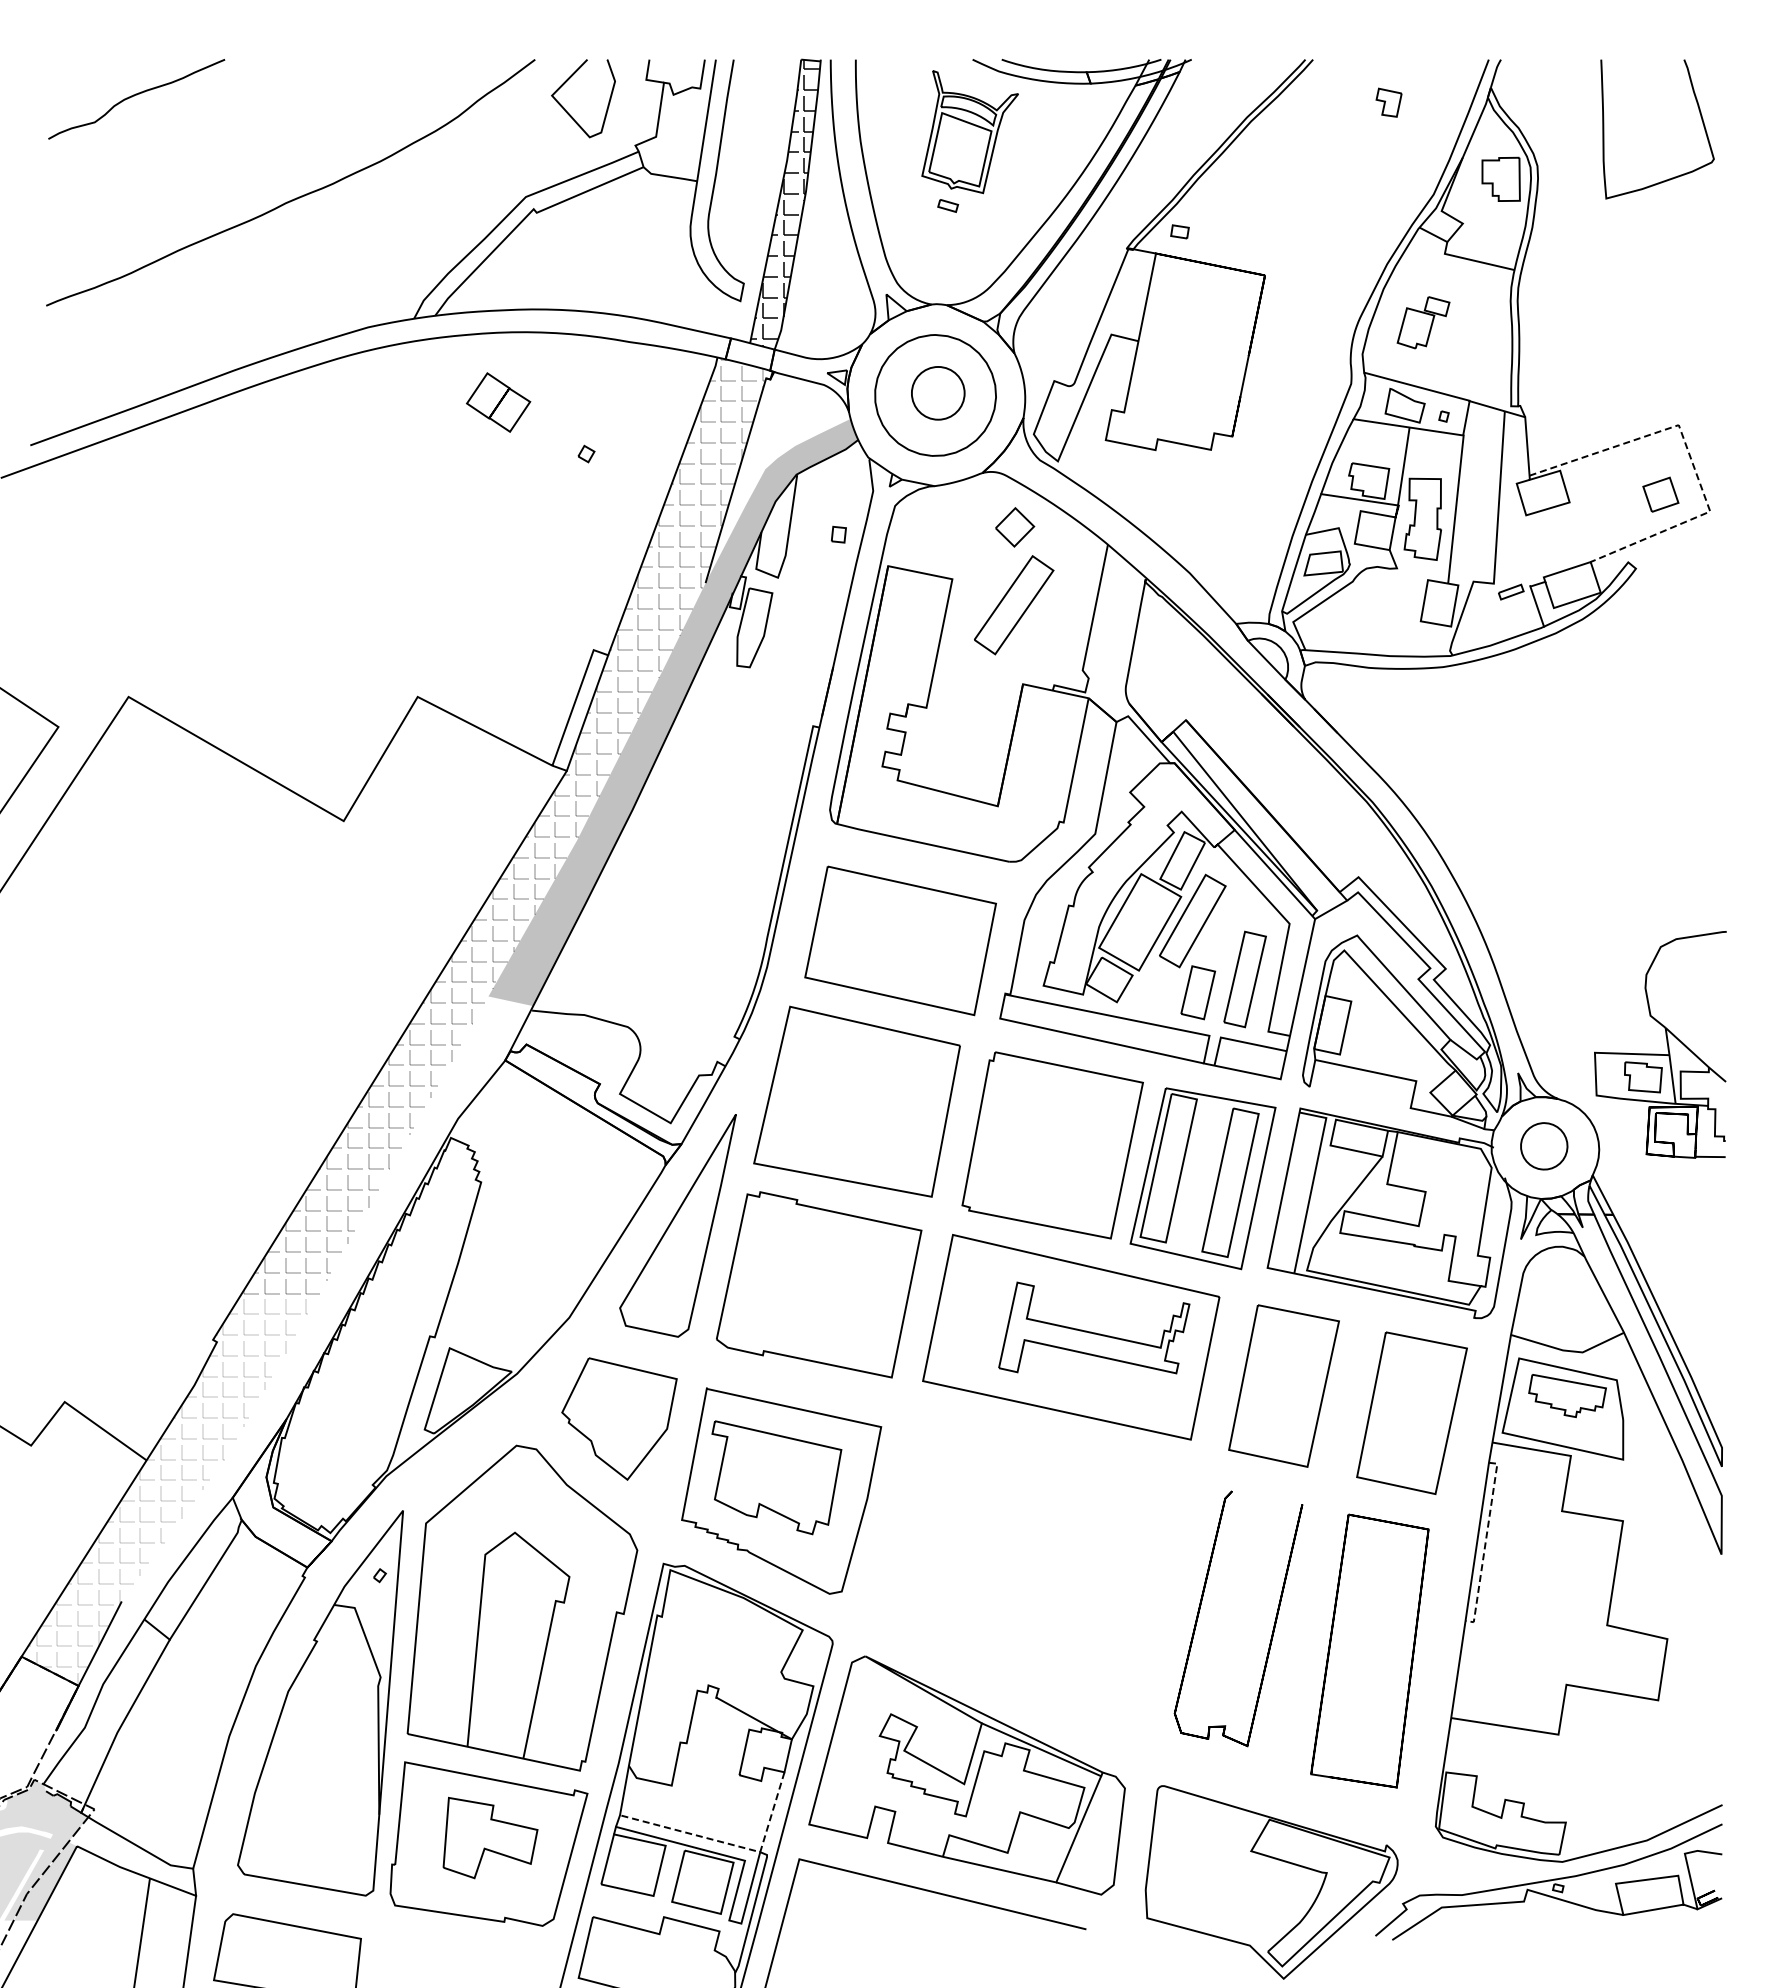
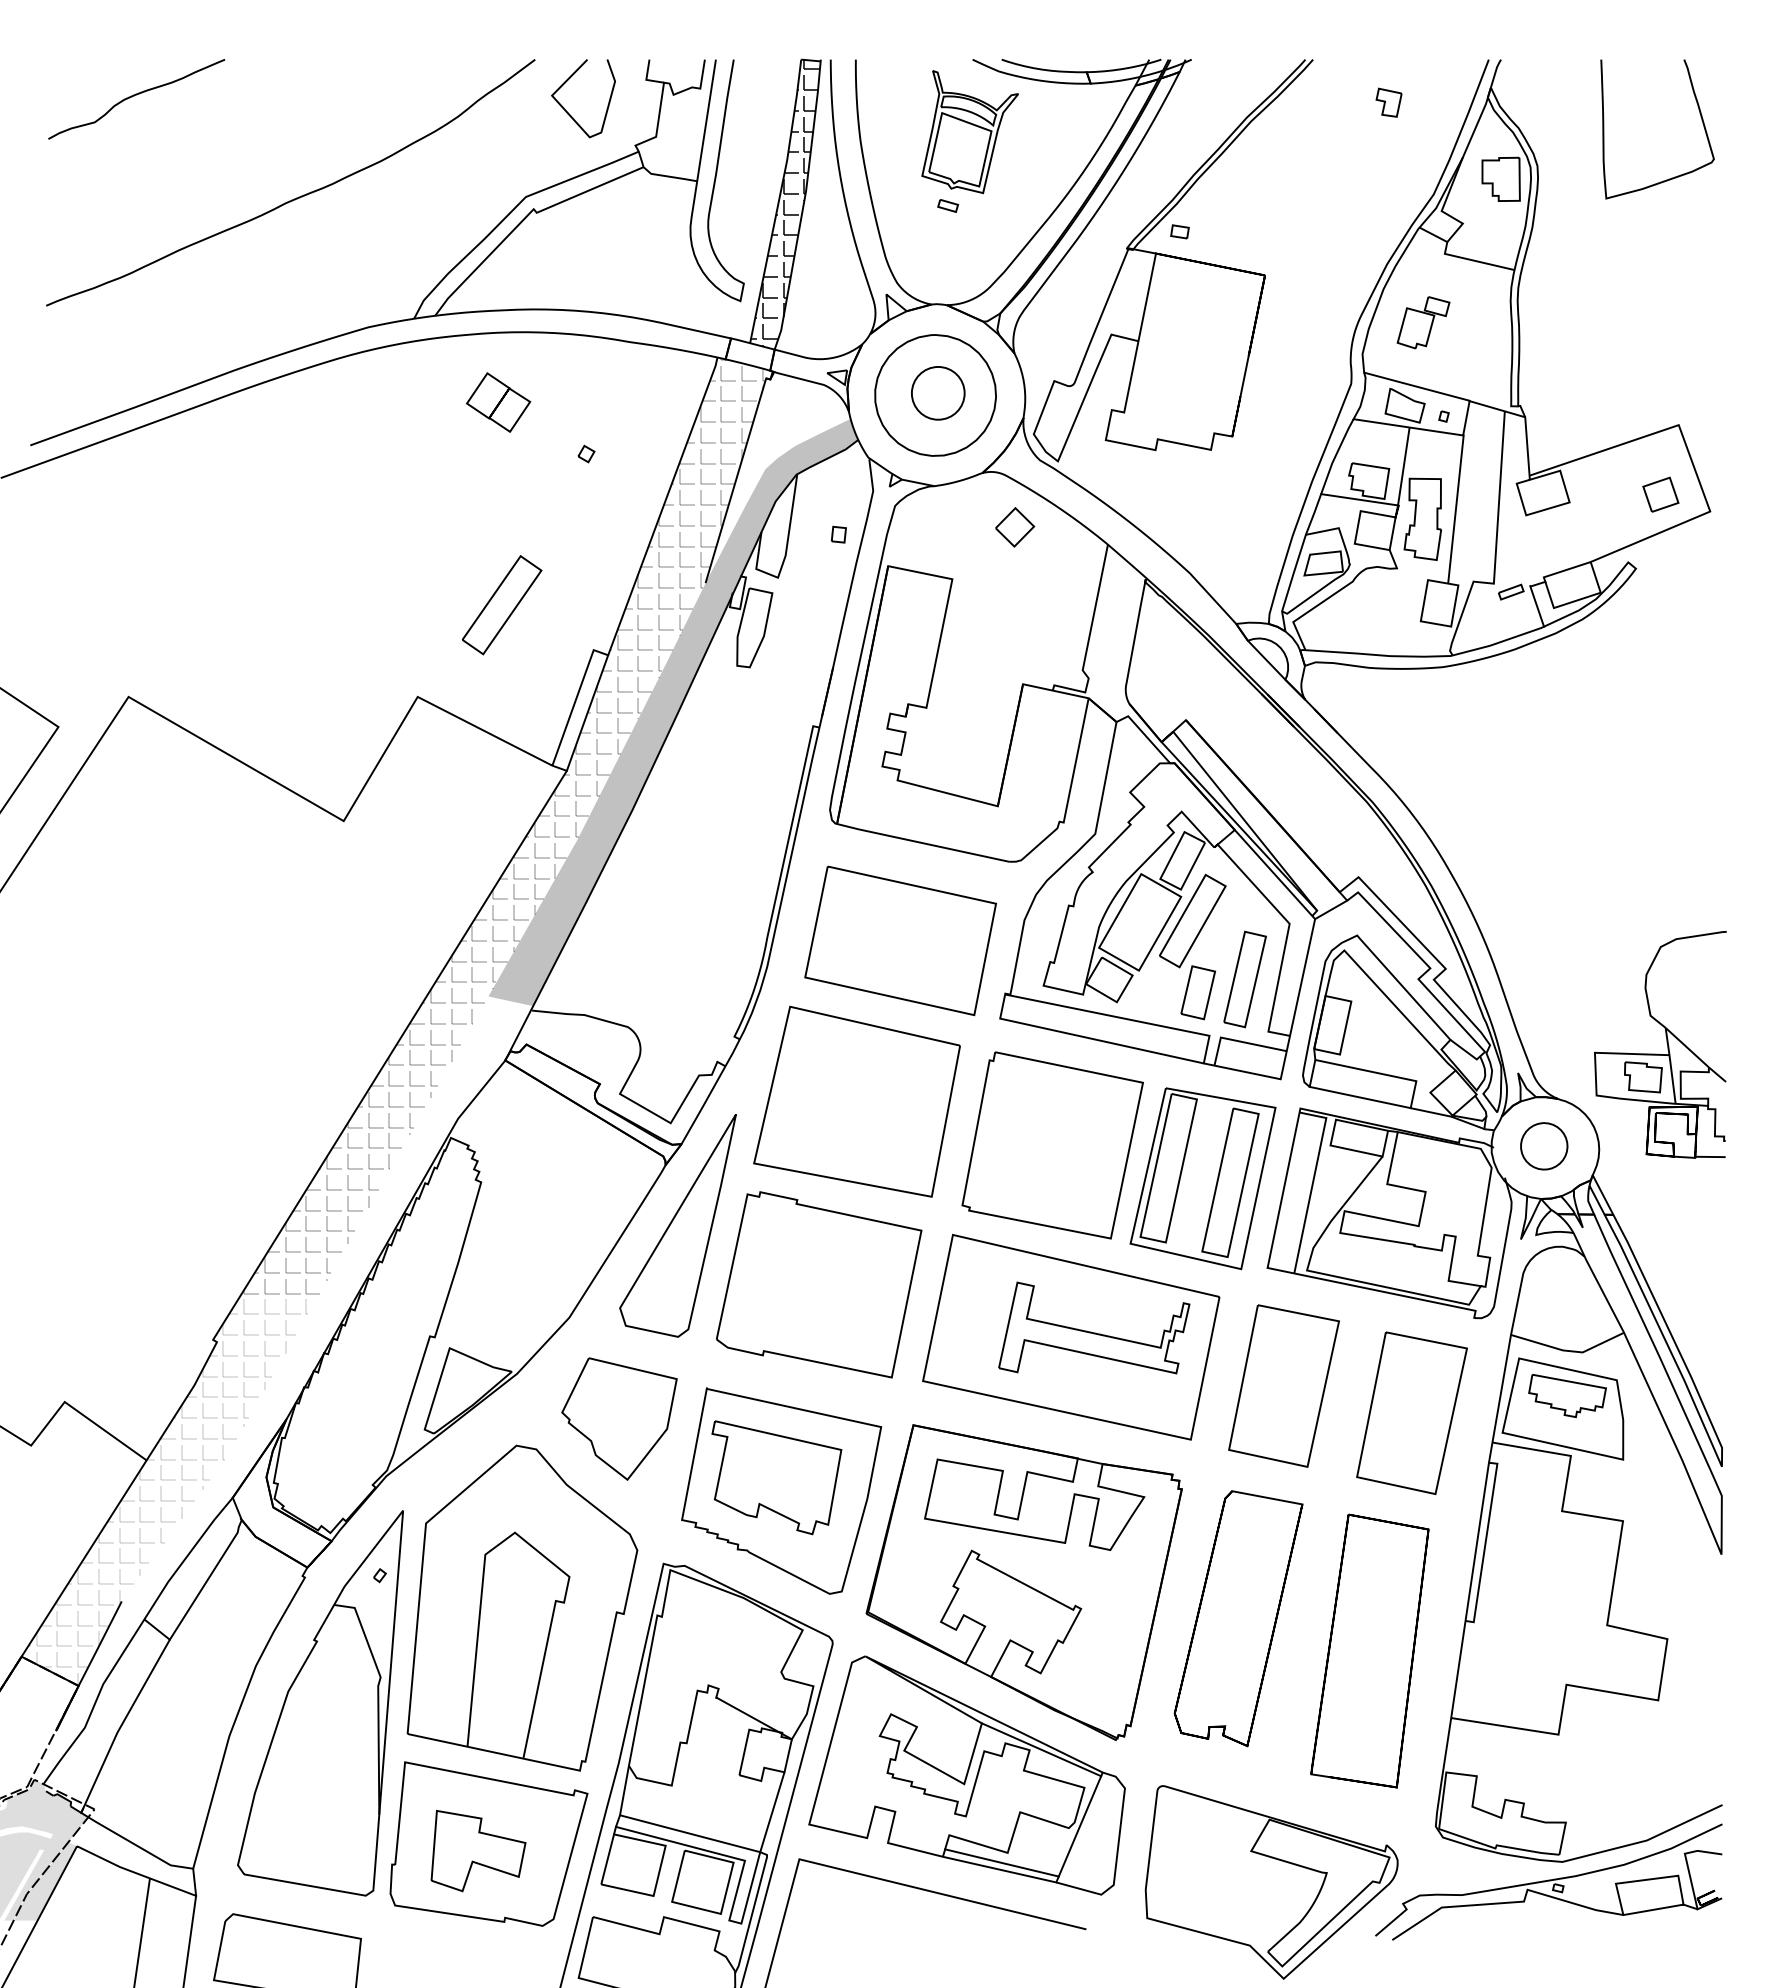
line at (1689, 455): dashed -> solid
part at (1014, 605) position: (1014, 605) -> (502, 605)
line at (1359, 1097): none -> present
line at (1267, 1497): none -> present
line at (1485, 1543): dashed -> solid
part at (1023, 1582): none -> present
part at (490, 1837) position: (490, 1837) -> (478, 1850)
line at (731, 1844): dashed -> solid
line at (1001, 1862): none -> present
